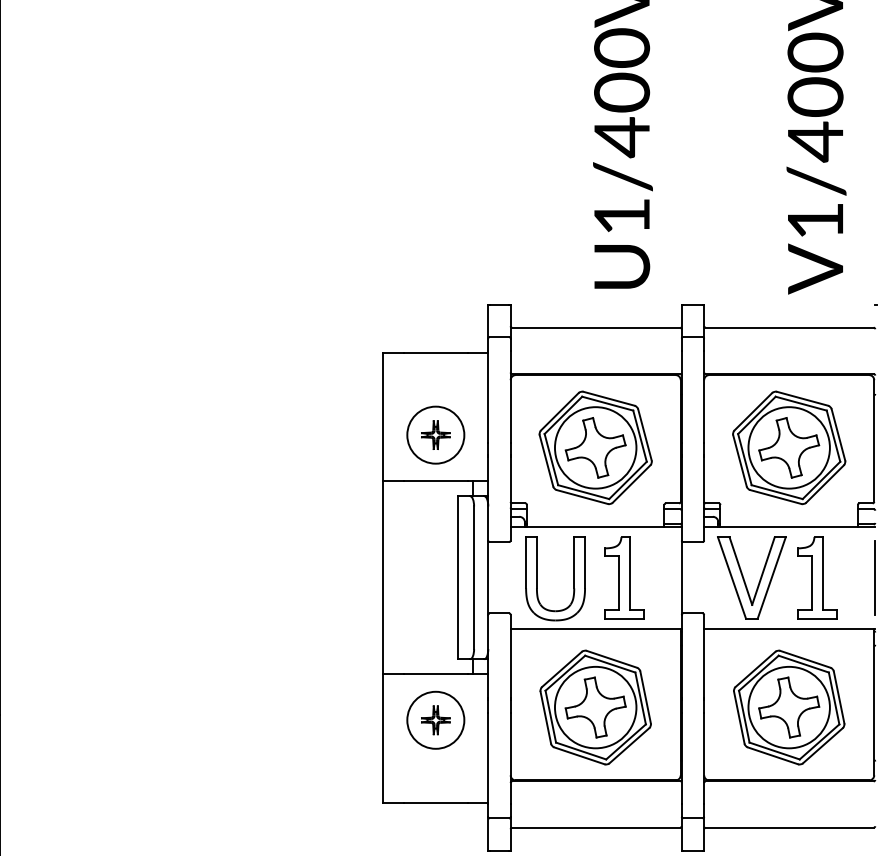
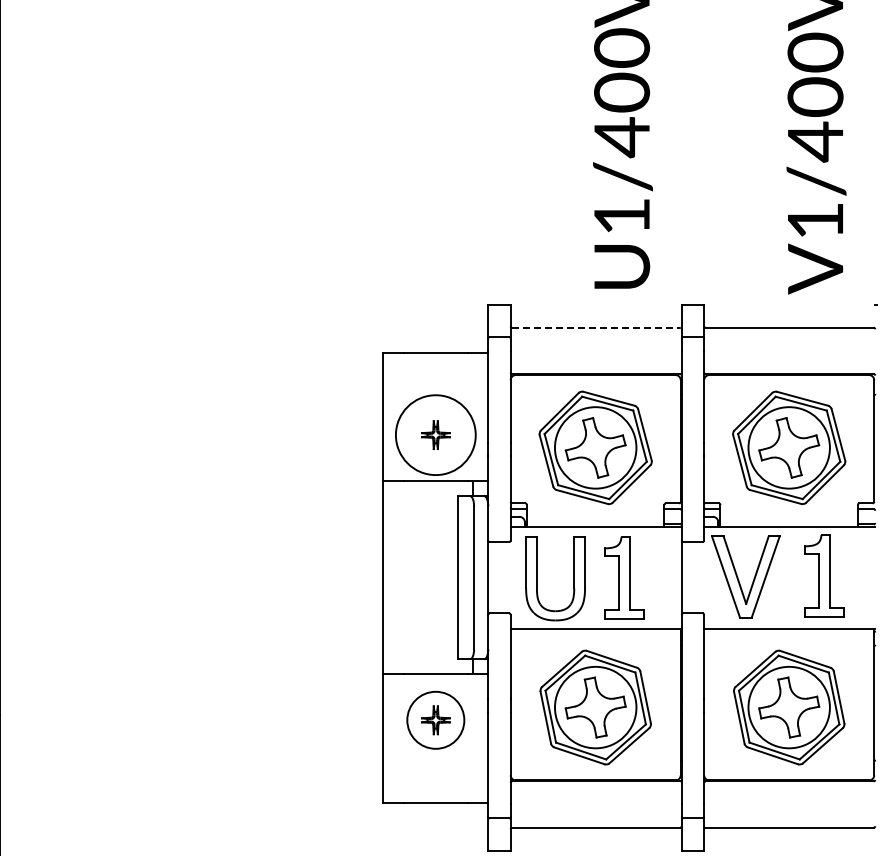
line at (596, 327): solid -> dashed
circle at (435, 434) diameter: 57 px -> 80 px
part at (817, 577) position: (817, 577) -> (824, 575)
line at (874, 577): present -> none
part at (744, 578) position: (744, 578) -> (738, 577)
